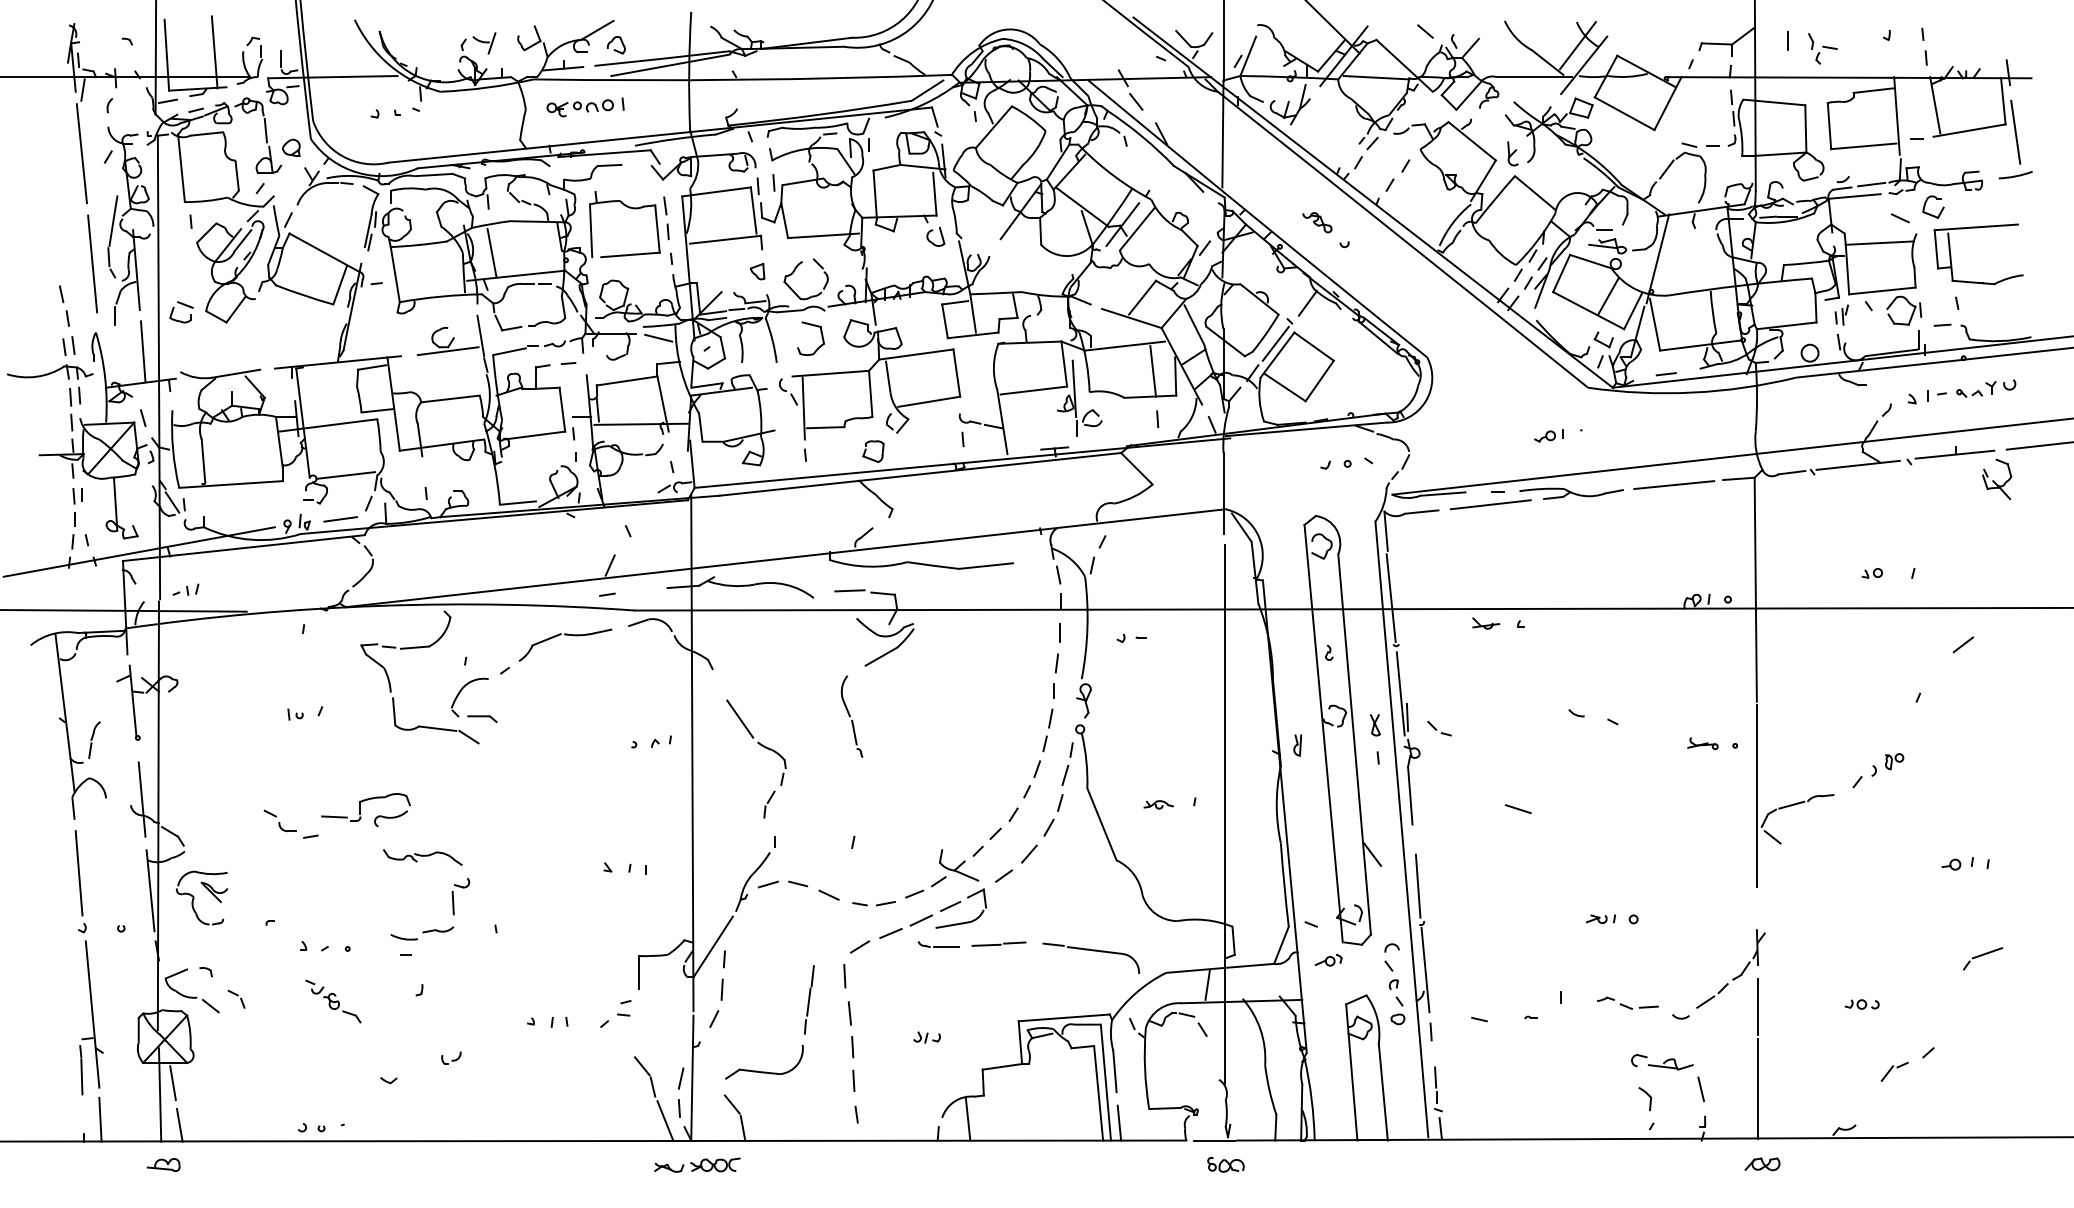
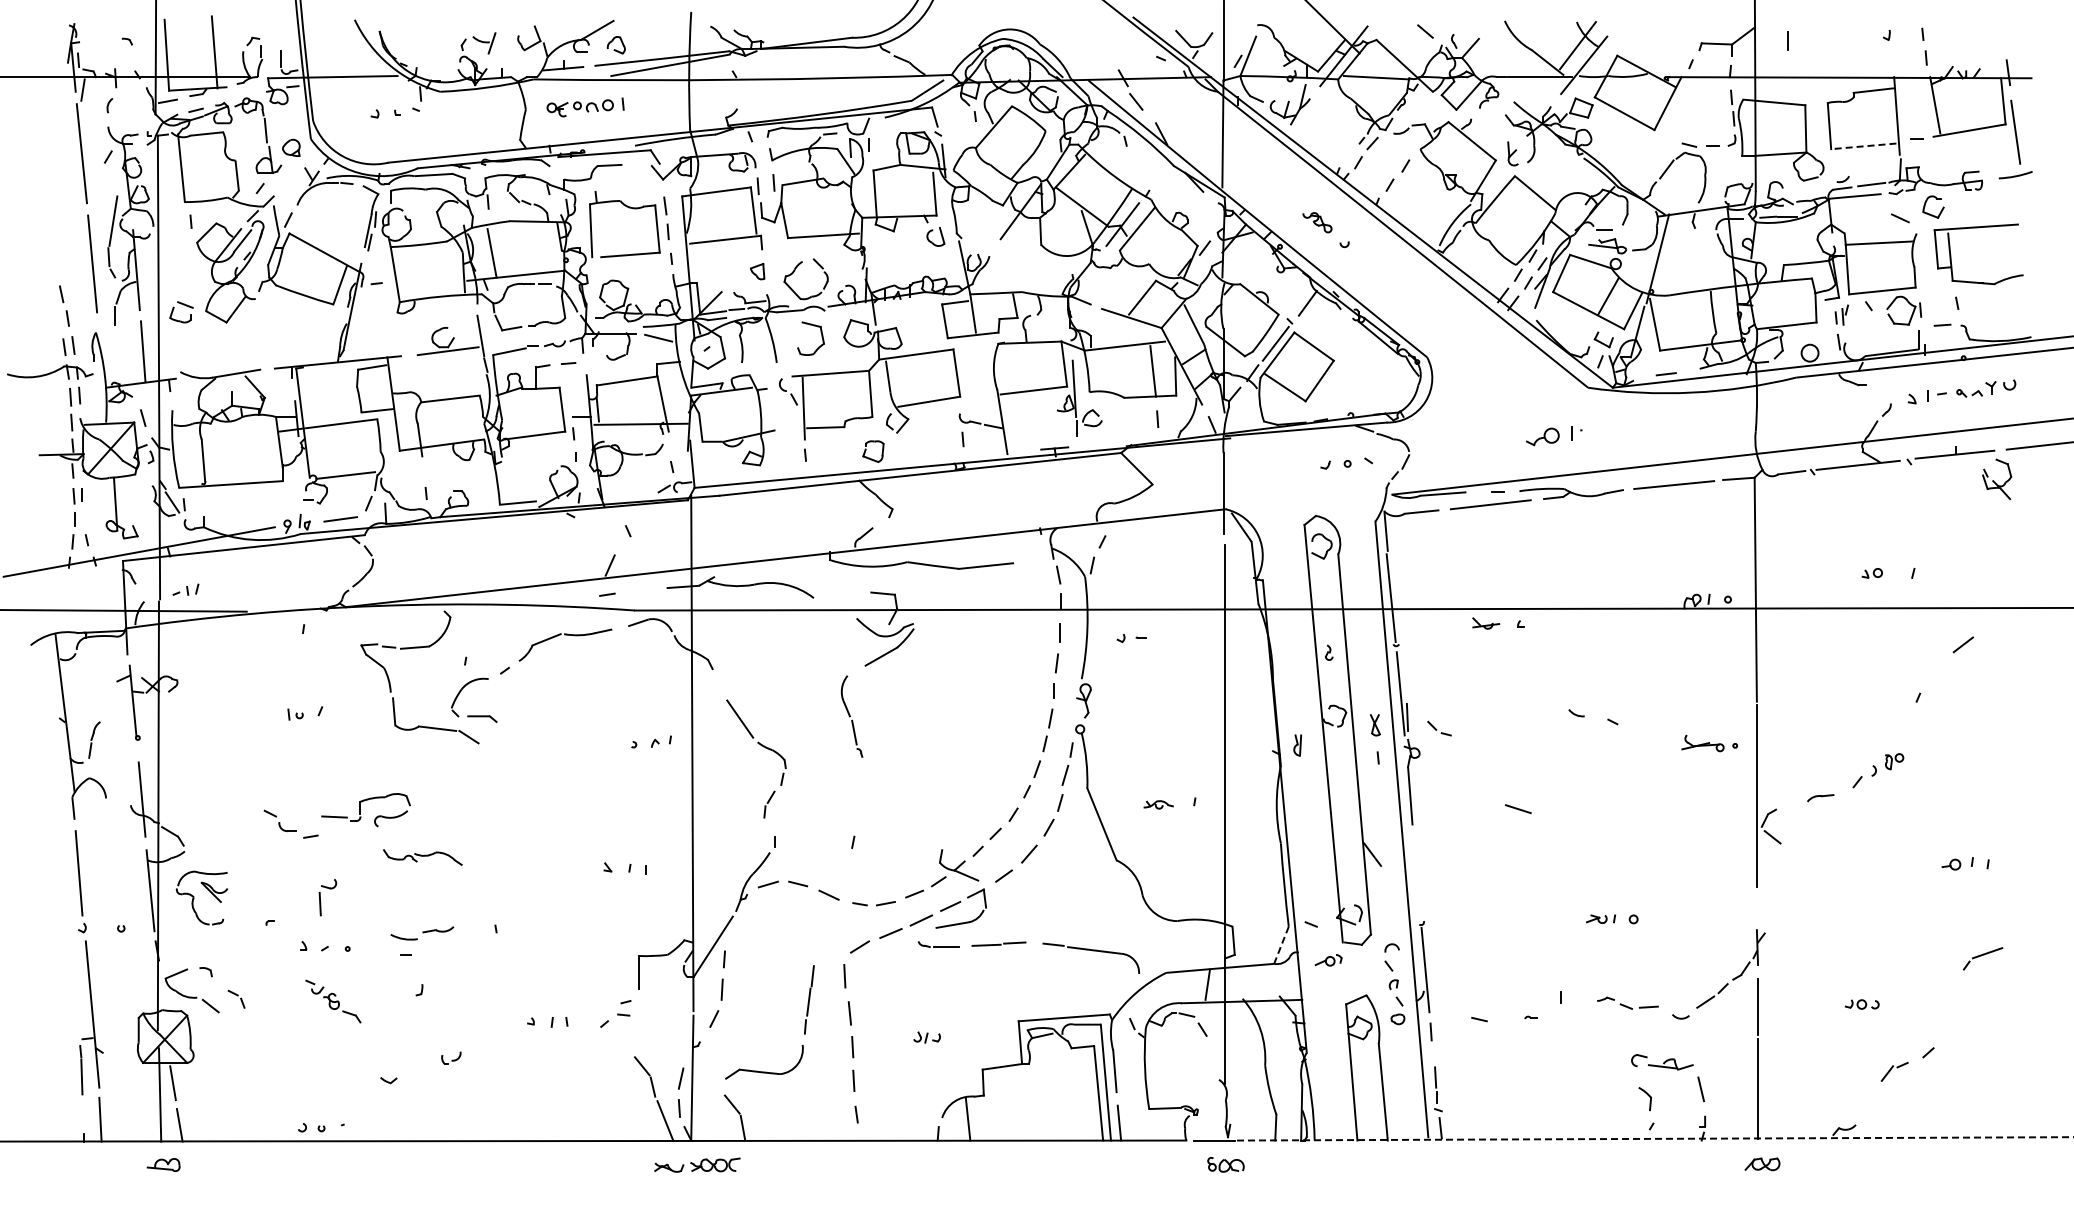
part at (1822, 48): present -> none
line at (1863, 146): solid -> dashed
part at (1548, 435) size: 30x14 px -> 47x21 px
line at (849, 590): present -> none
part at (1702, 743) size: 32x14 px -> 44x19 px
line at (1791, 804): present -> none
line at (1417, 885): present -> none
part at (453, 896) position: (453, 896) -> (320, 897)
line at (1281, 945): solid -> dashed
line at (1655, 1138): solid -> dashed
